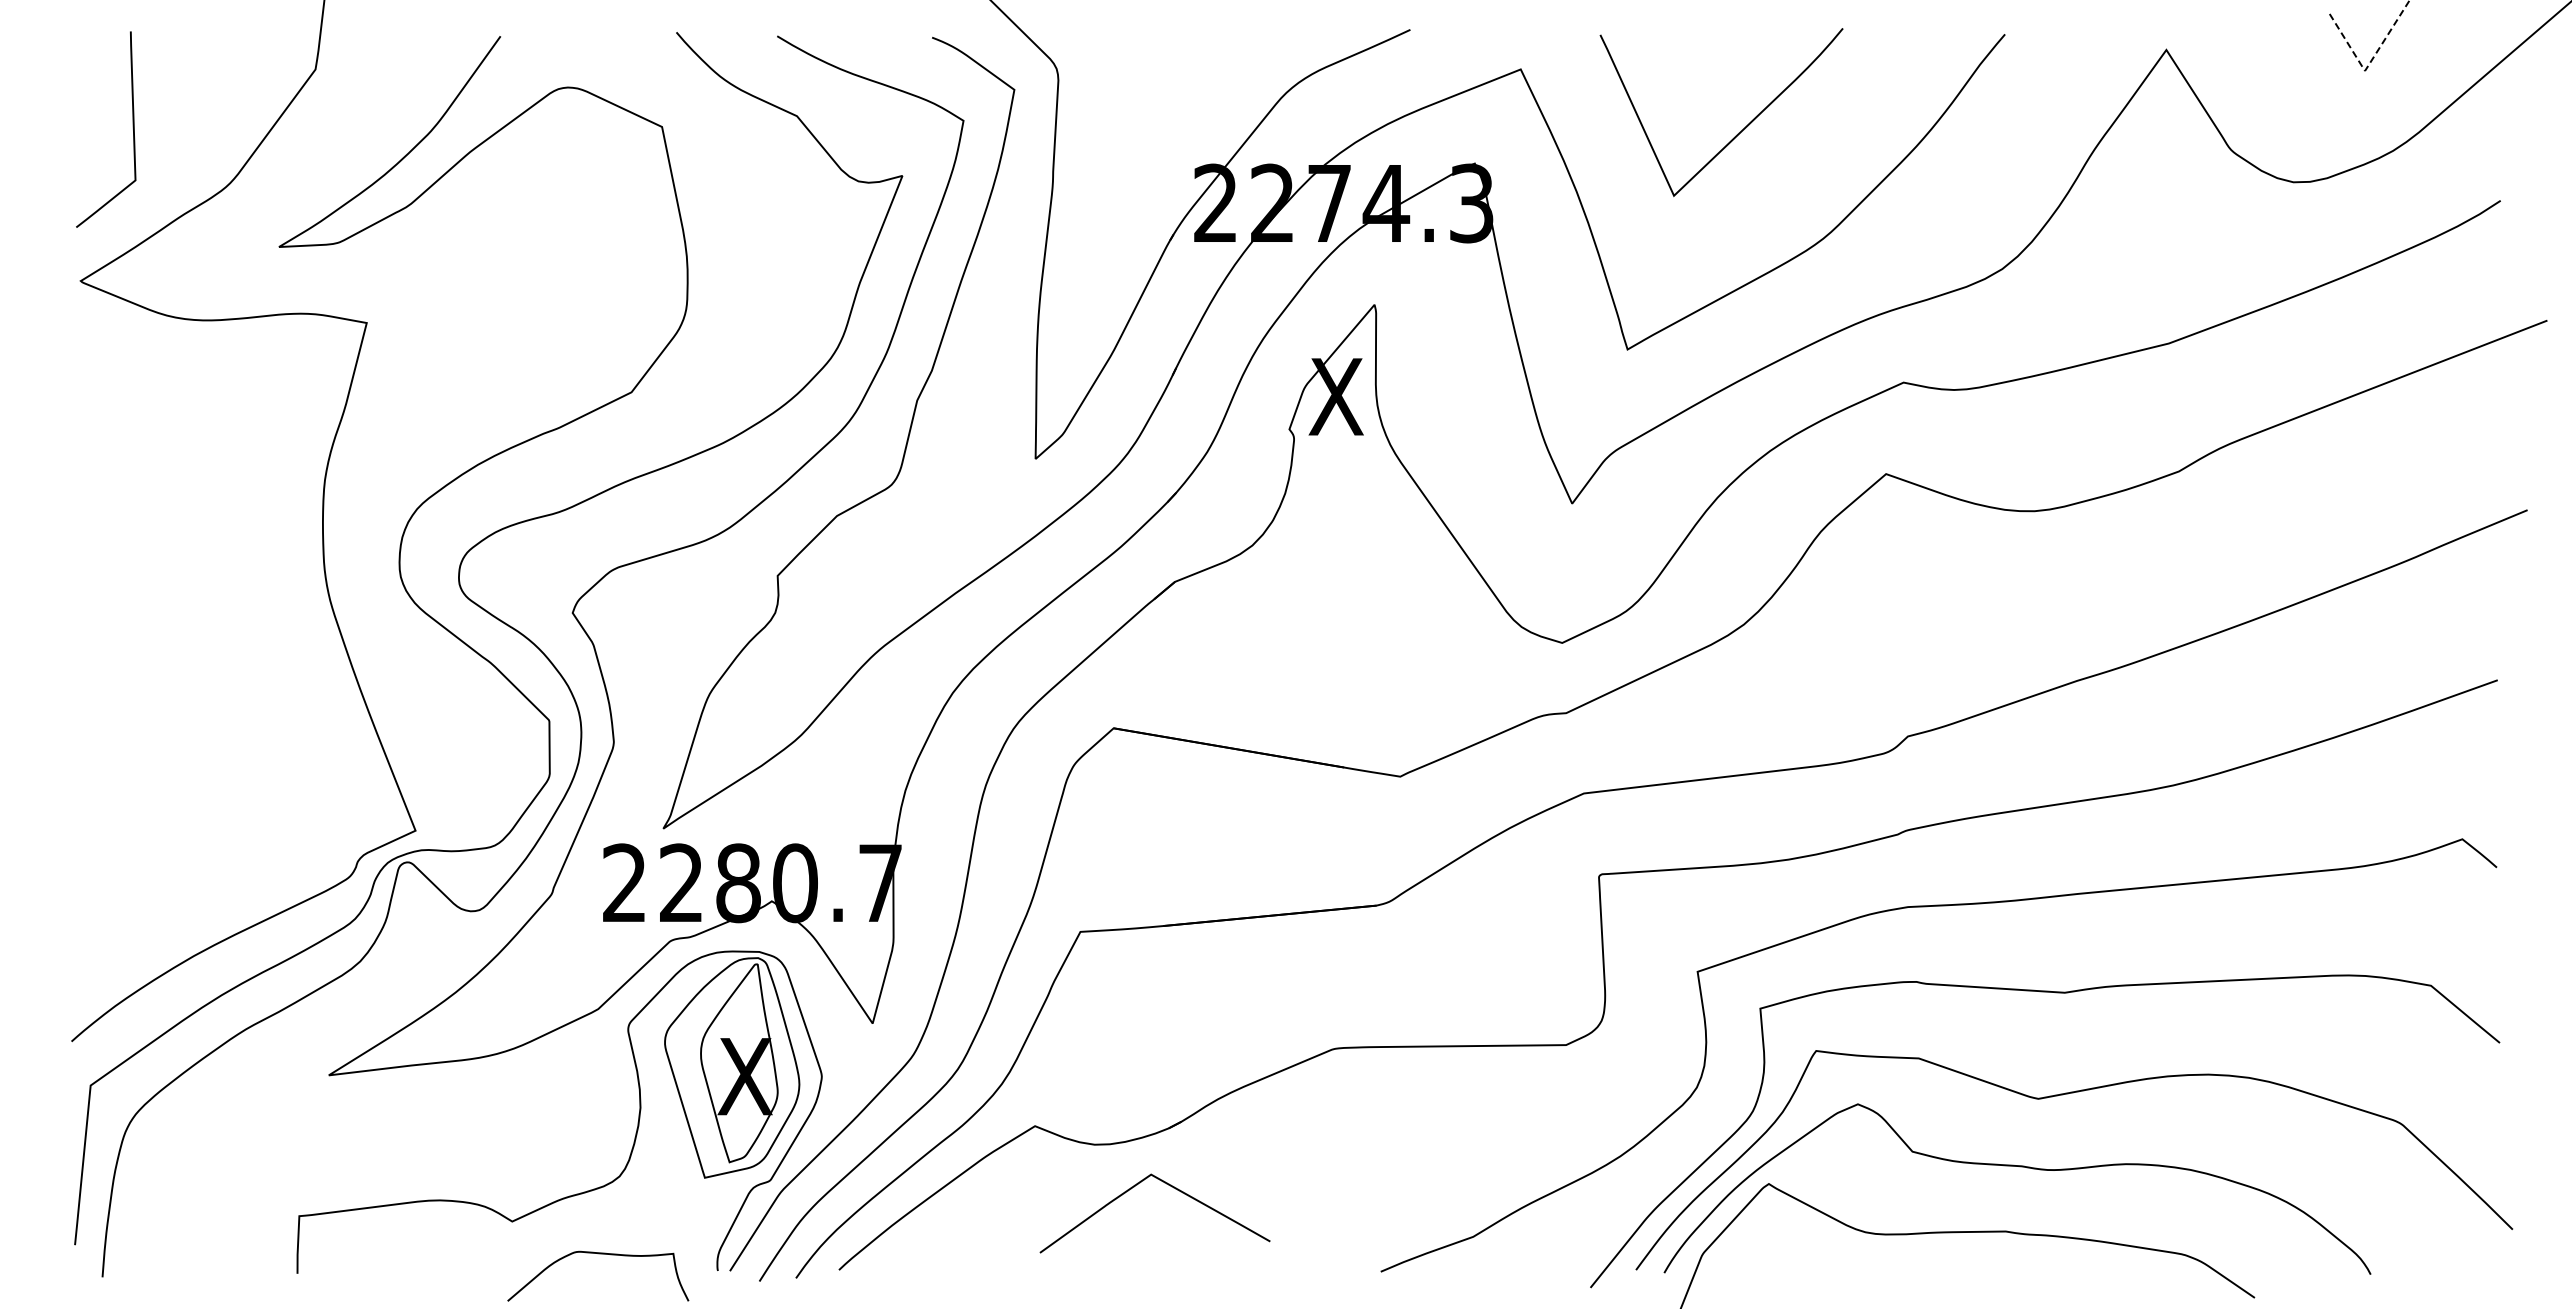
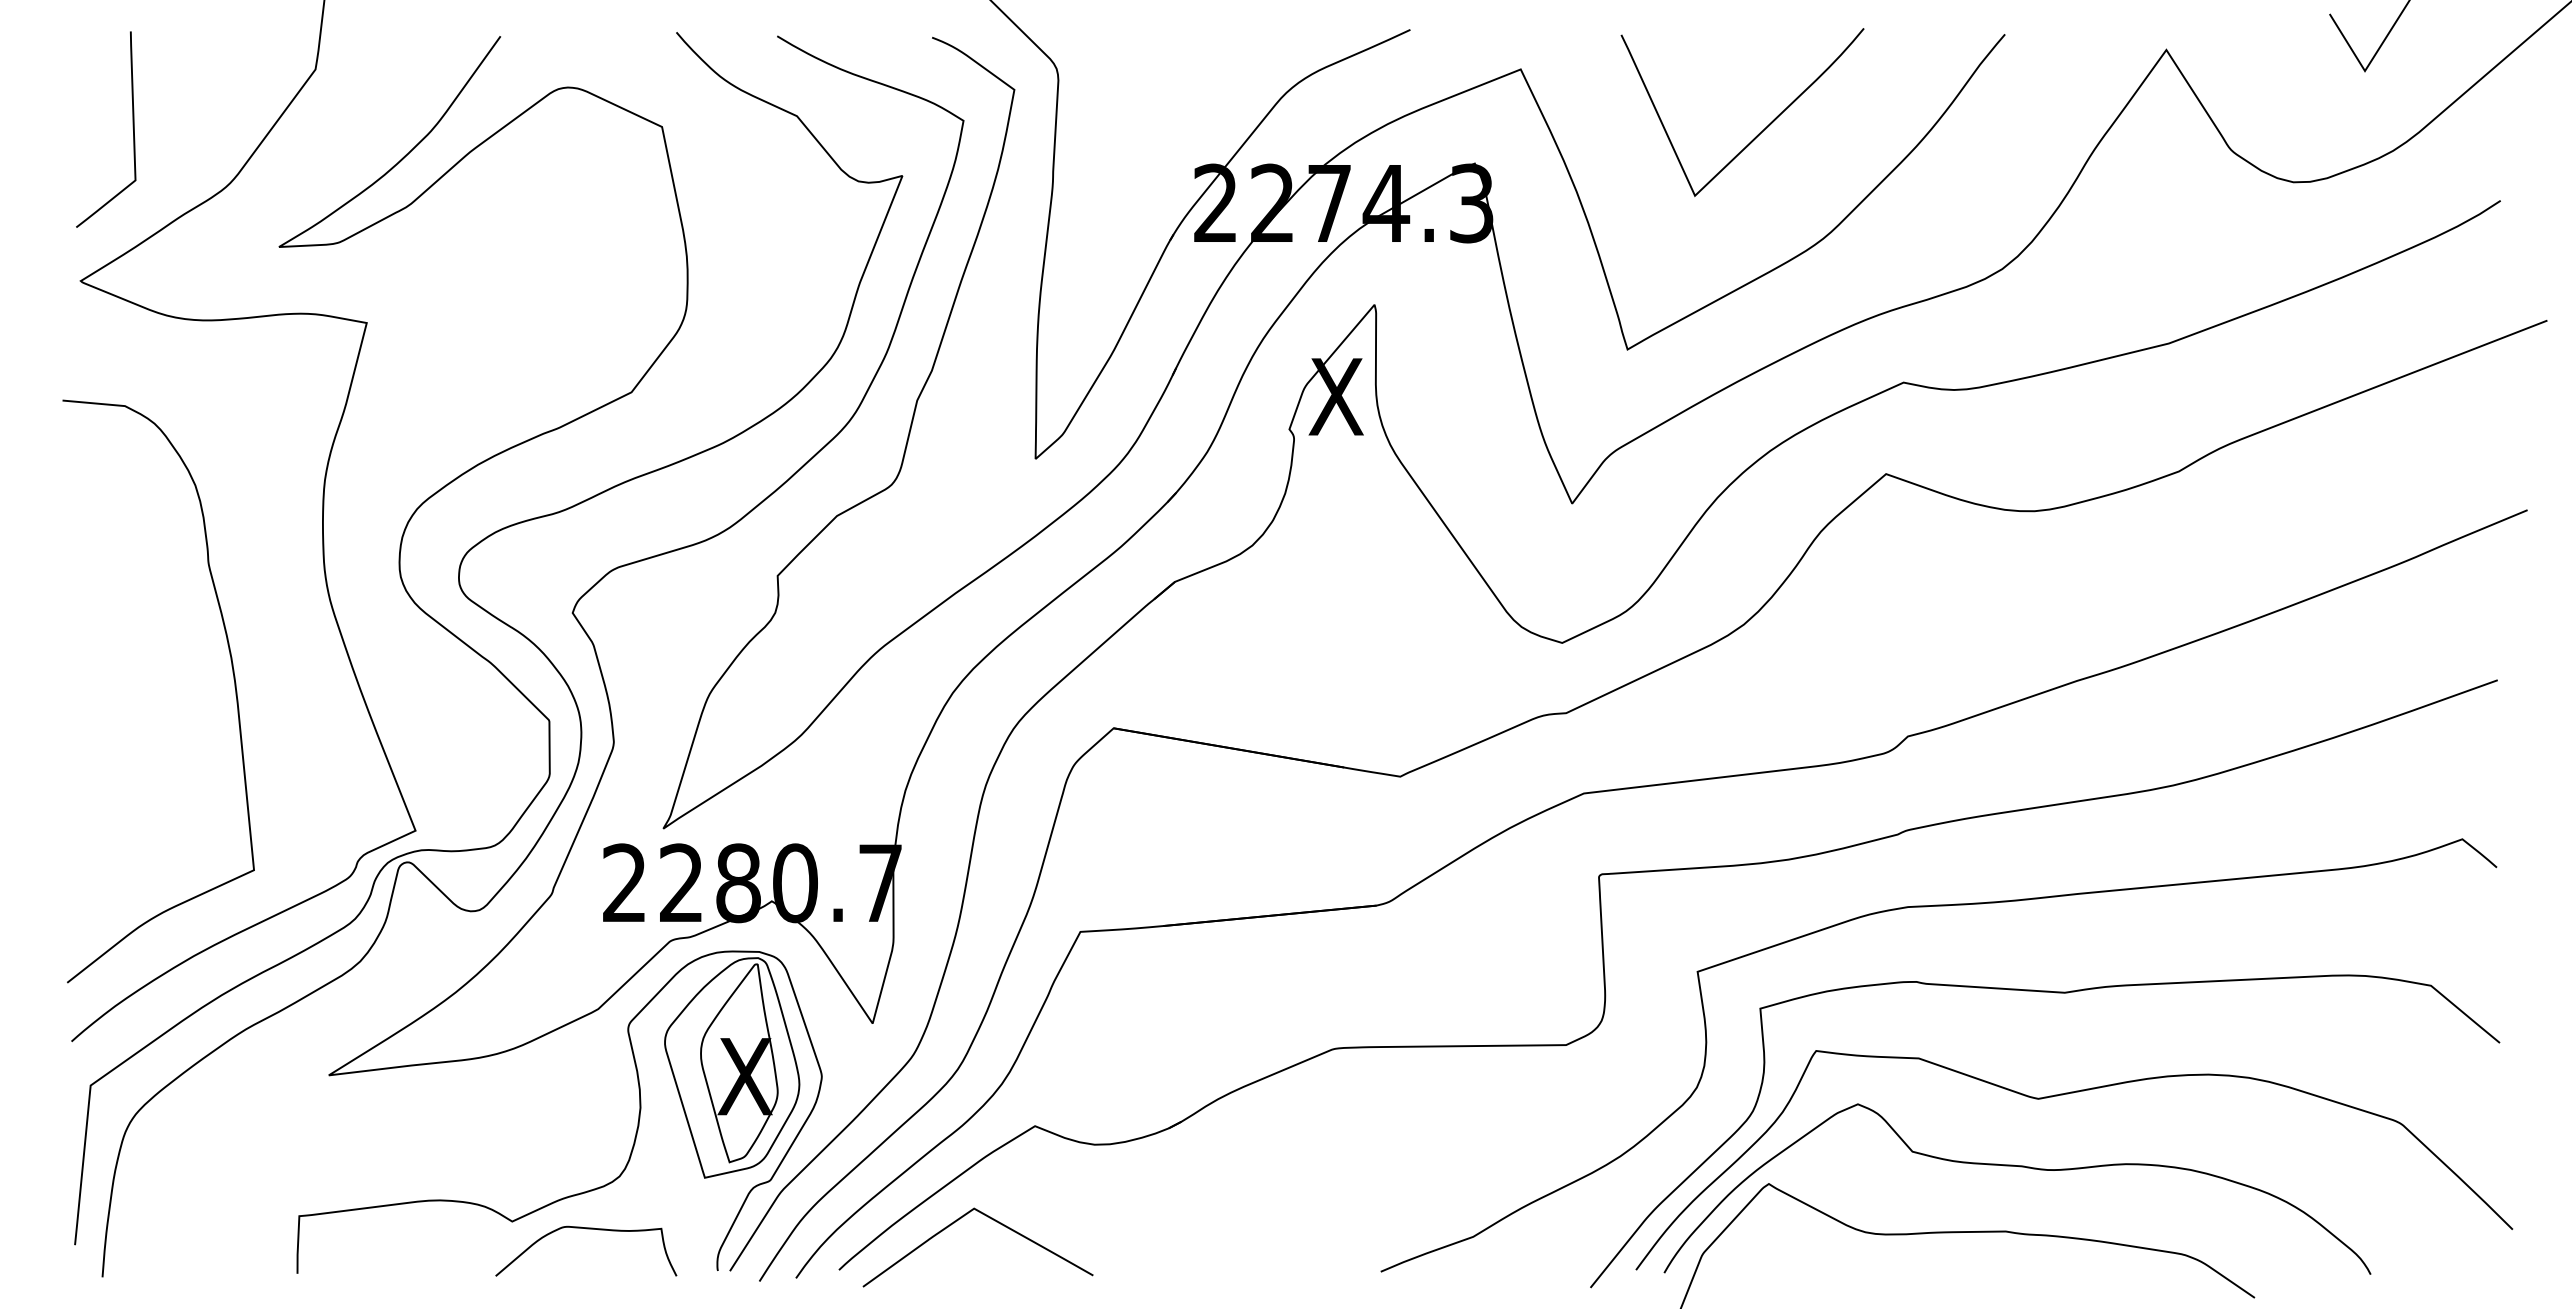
line at (2369, 64): dashed -> solid
curve at (1738, 132) position: (1738, 132) -> (1759, 132)
curve at (233, 679): none -> present
curve at (1171, 1187) position: (1171, 1187) -> (994, 1221)
curve at (598, 1254) position: (598, 1254) -> (586, 1229)
